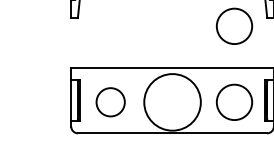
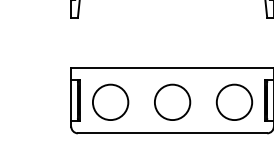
circle at (234, 25): present -> none
circle at (110, 102) size: 31x31 px -> 38x38 px
circle at (172, 102) diameter: 57 px -> 35 px
